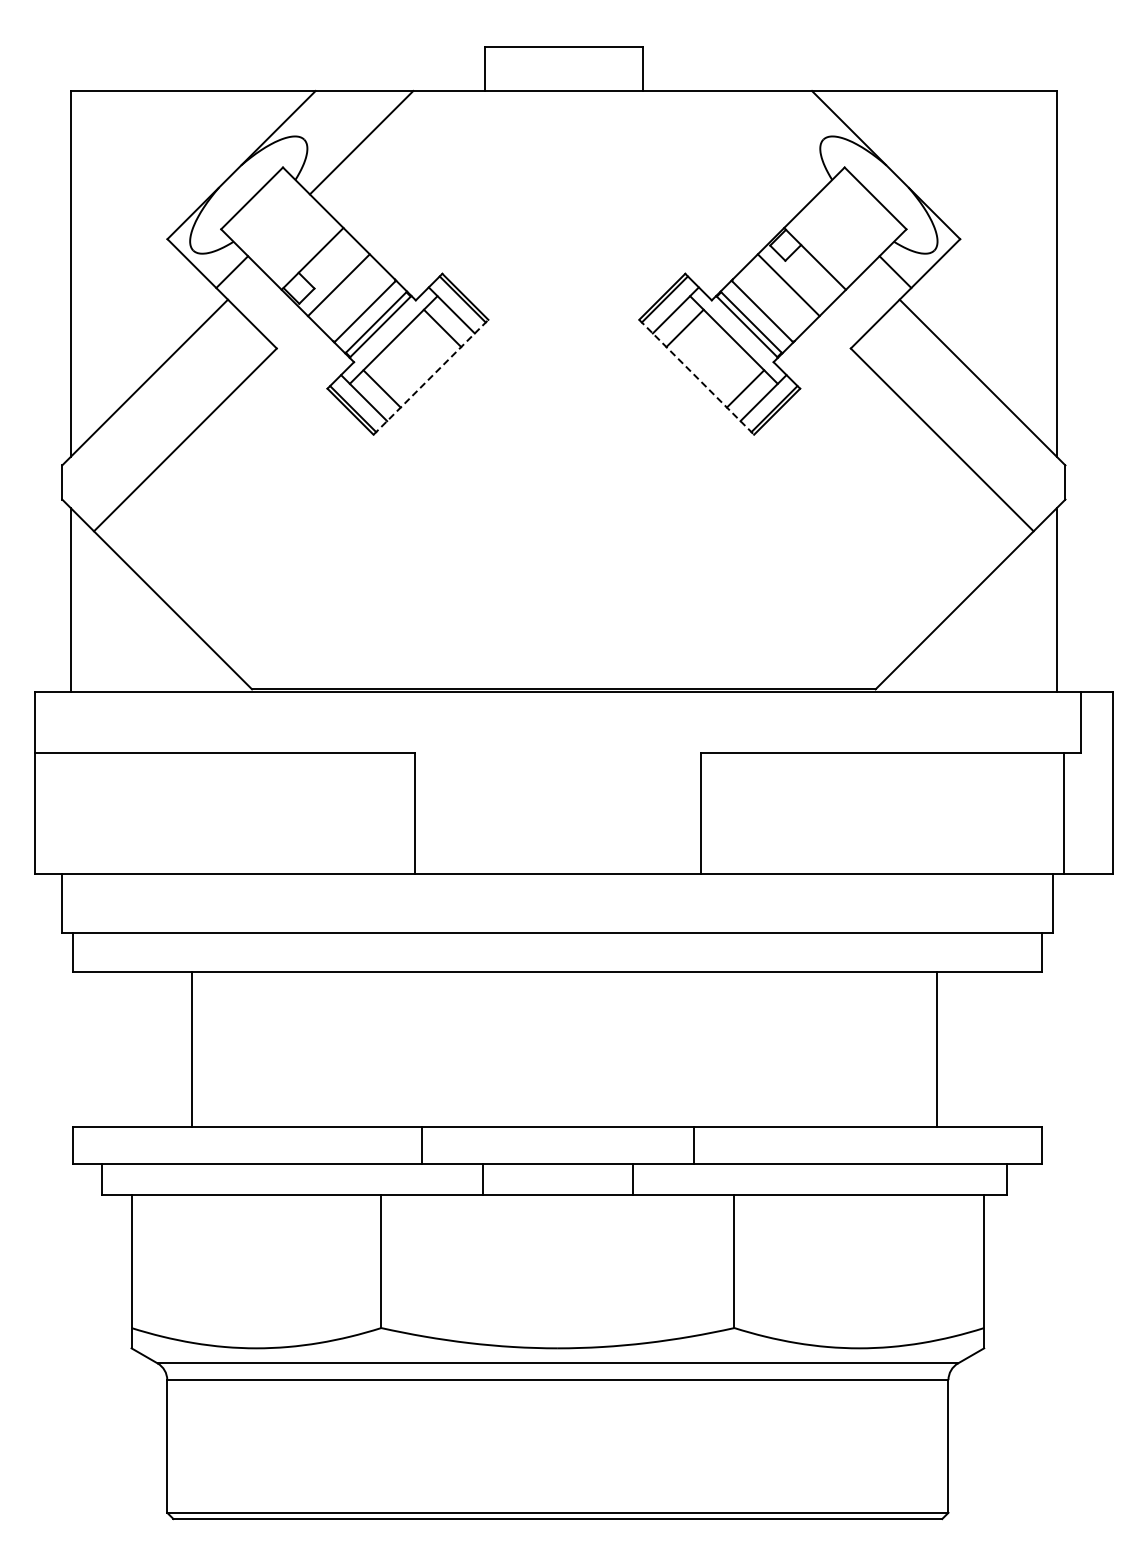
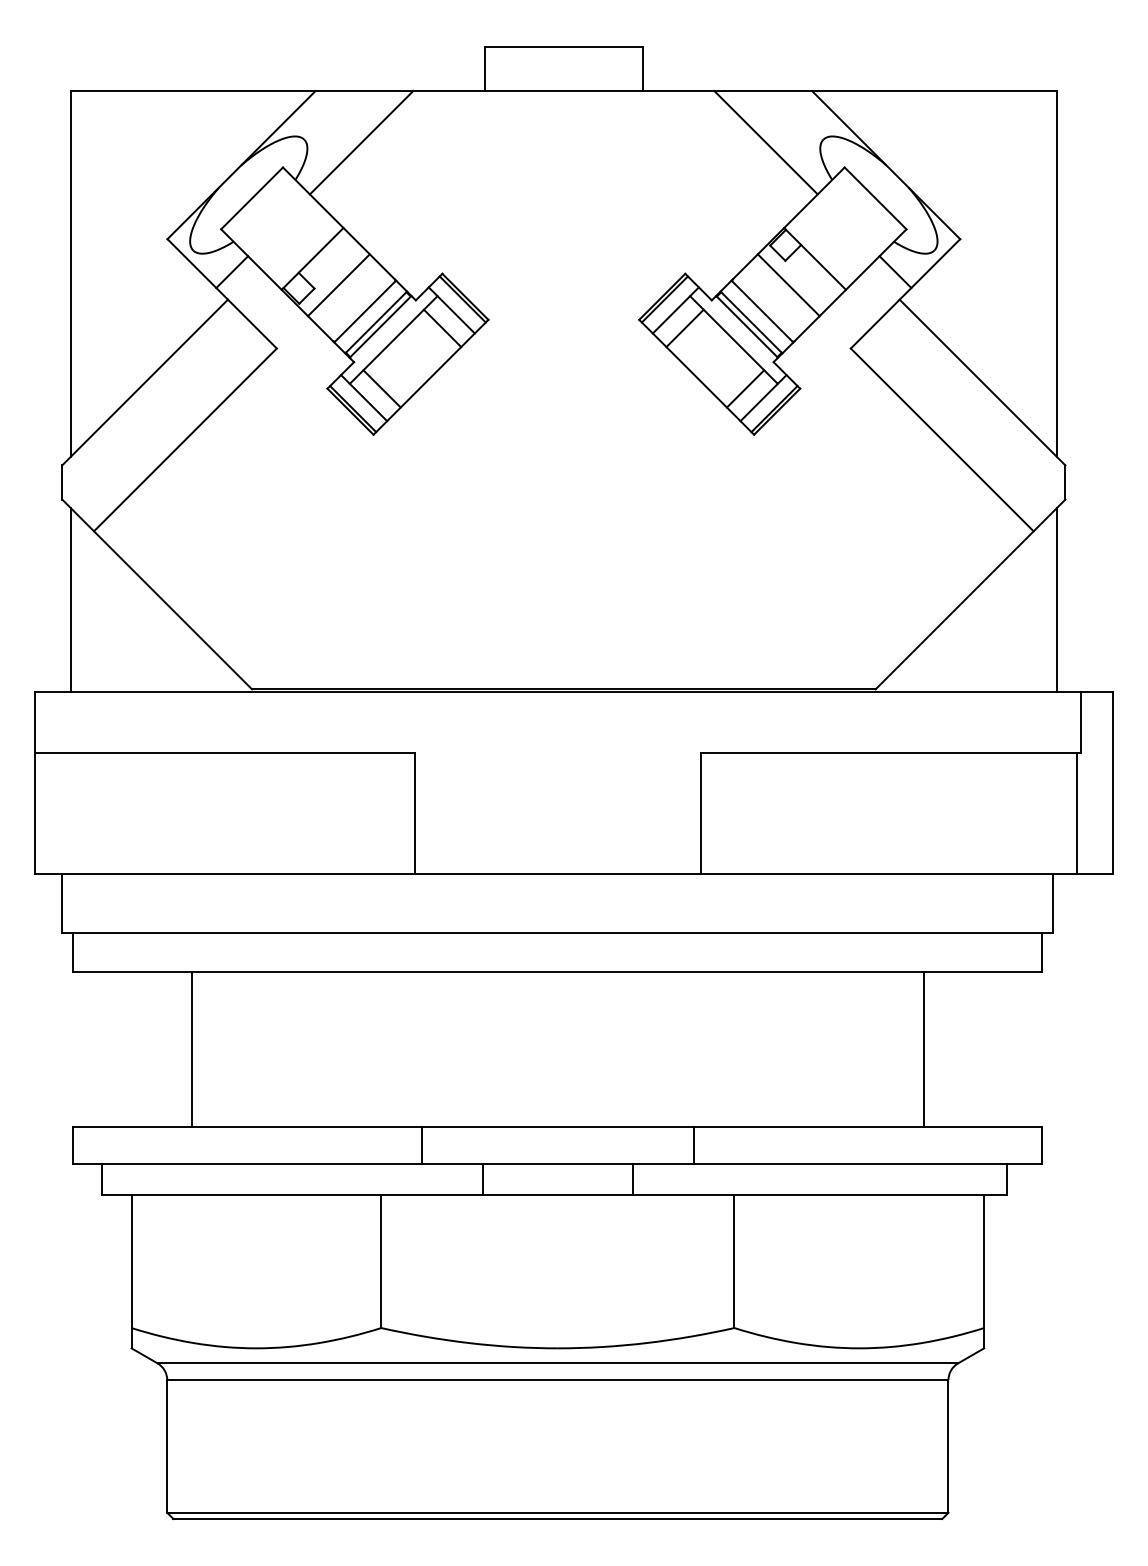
line at (765, 142): none -> present
line at (431, 376): dashed -> solid
line at (697, 377): dashed -> solid
line at (1063, 813) position: (1063, 813) -> (1076, 813)
line at (936, 1048) position: (936, 1048) -> (923, 1048)
